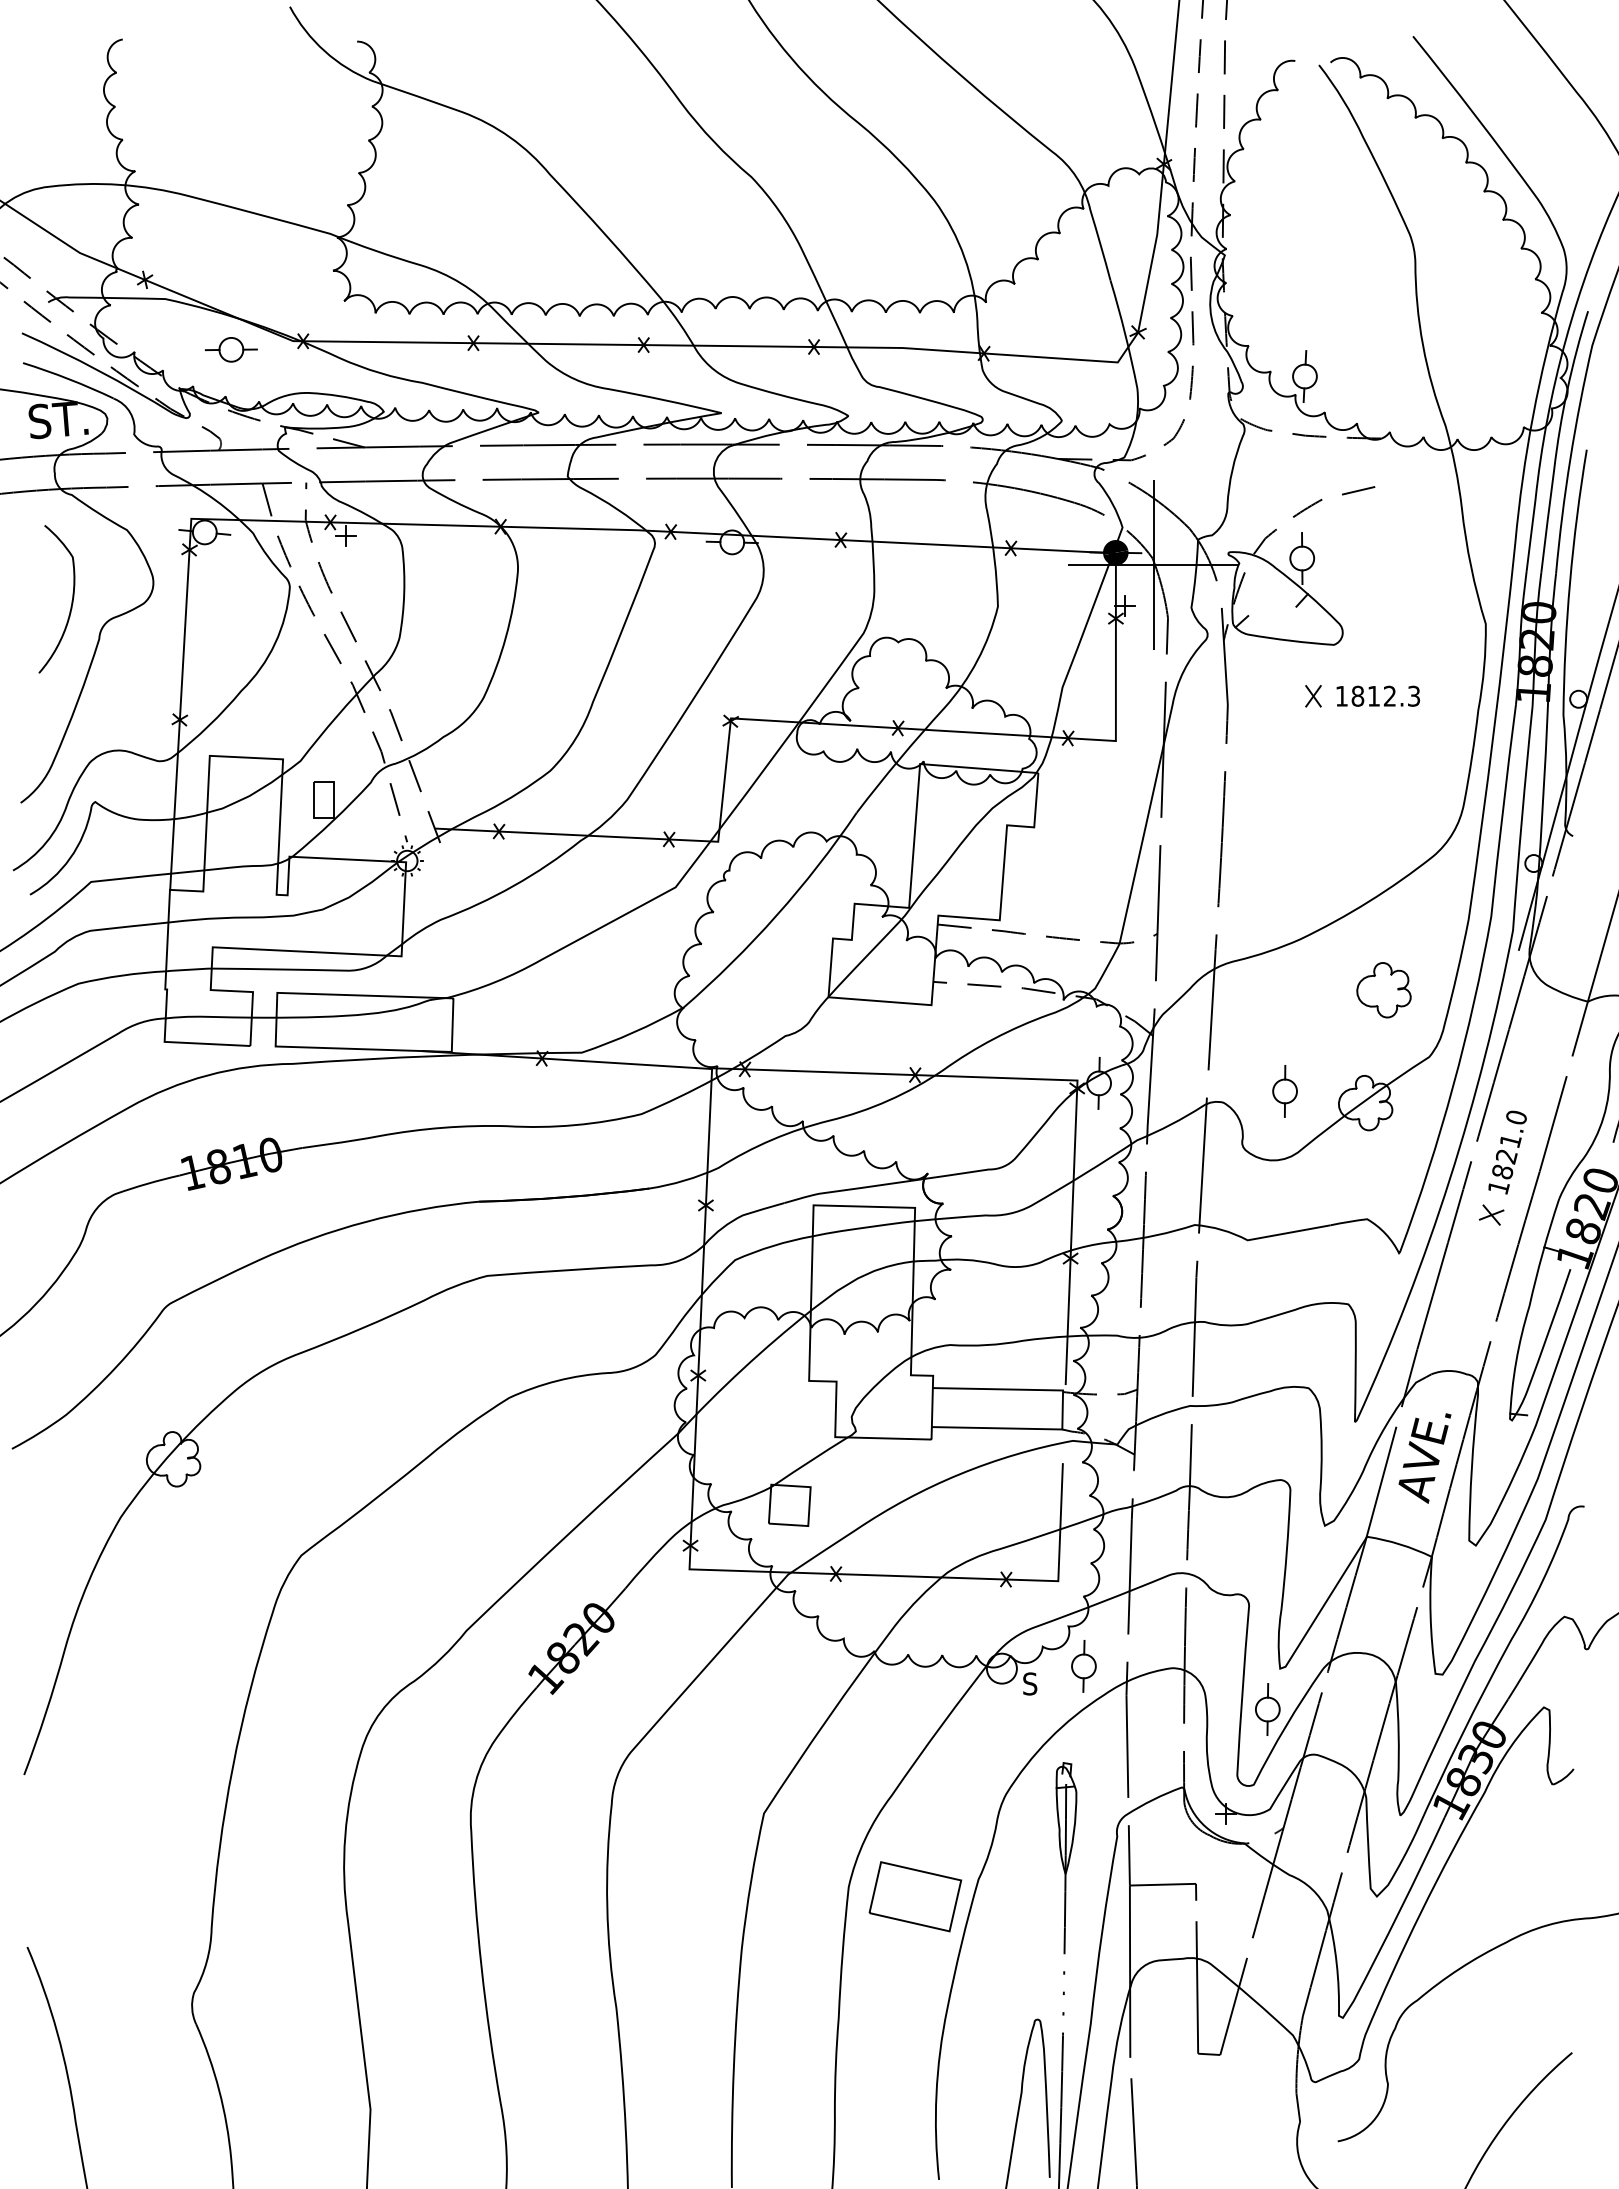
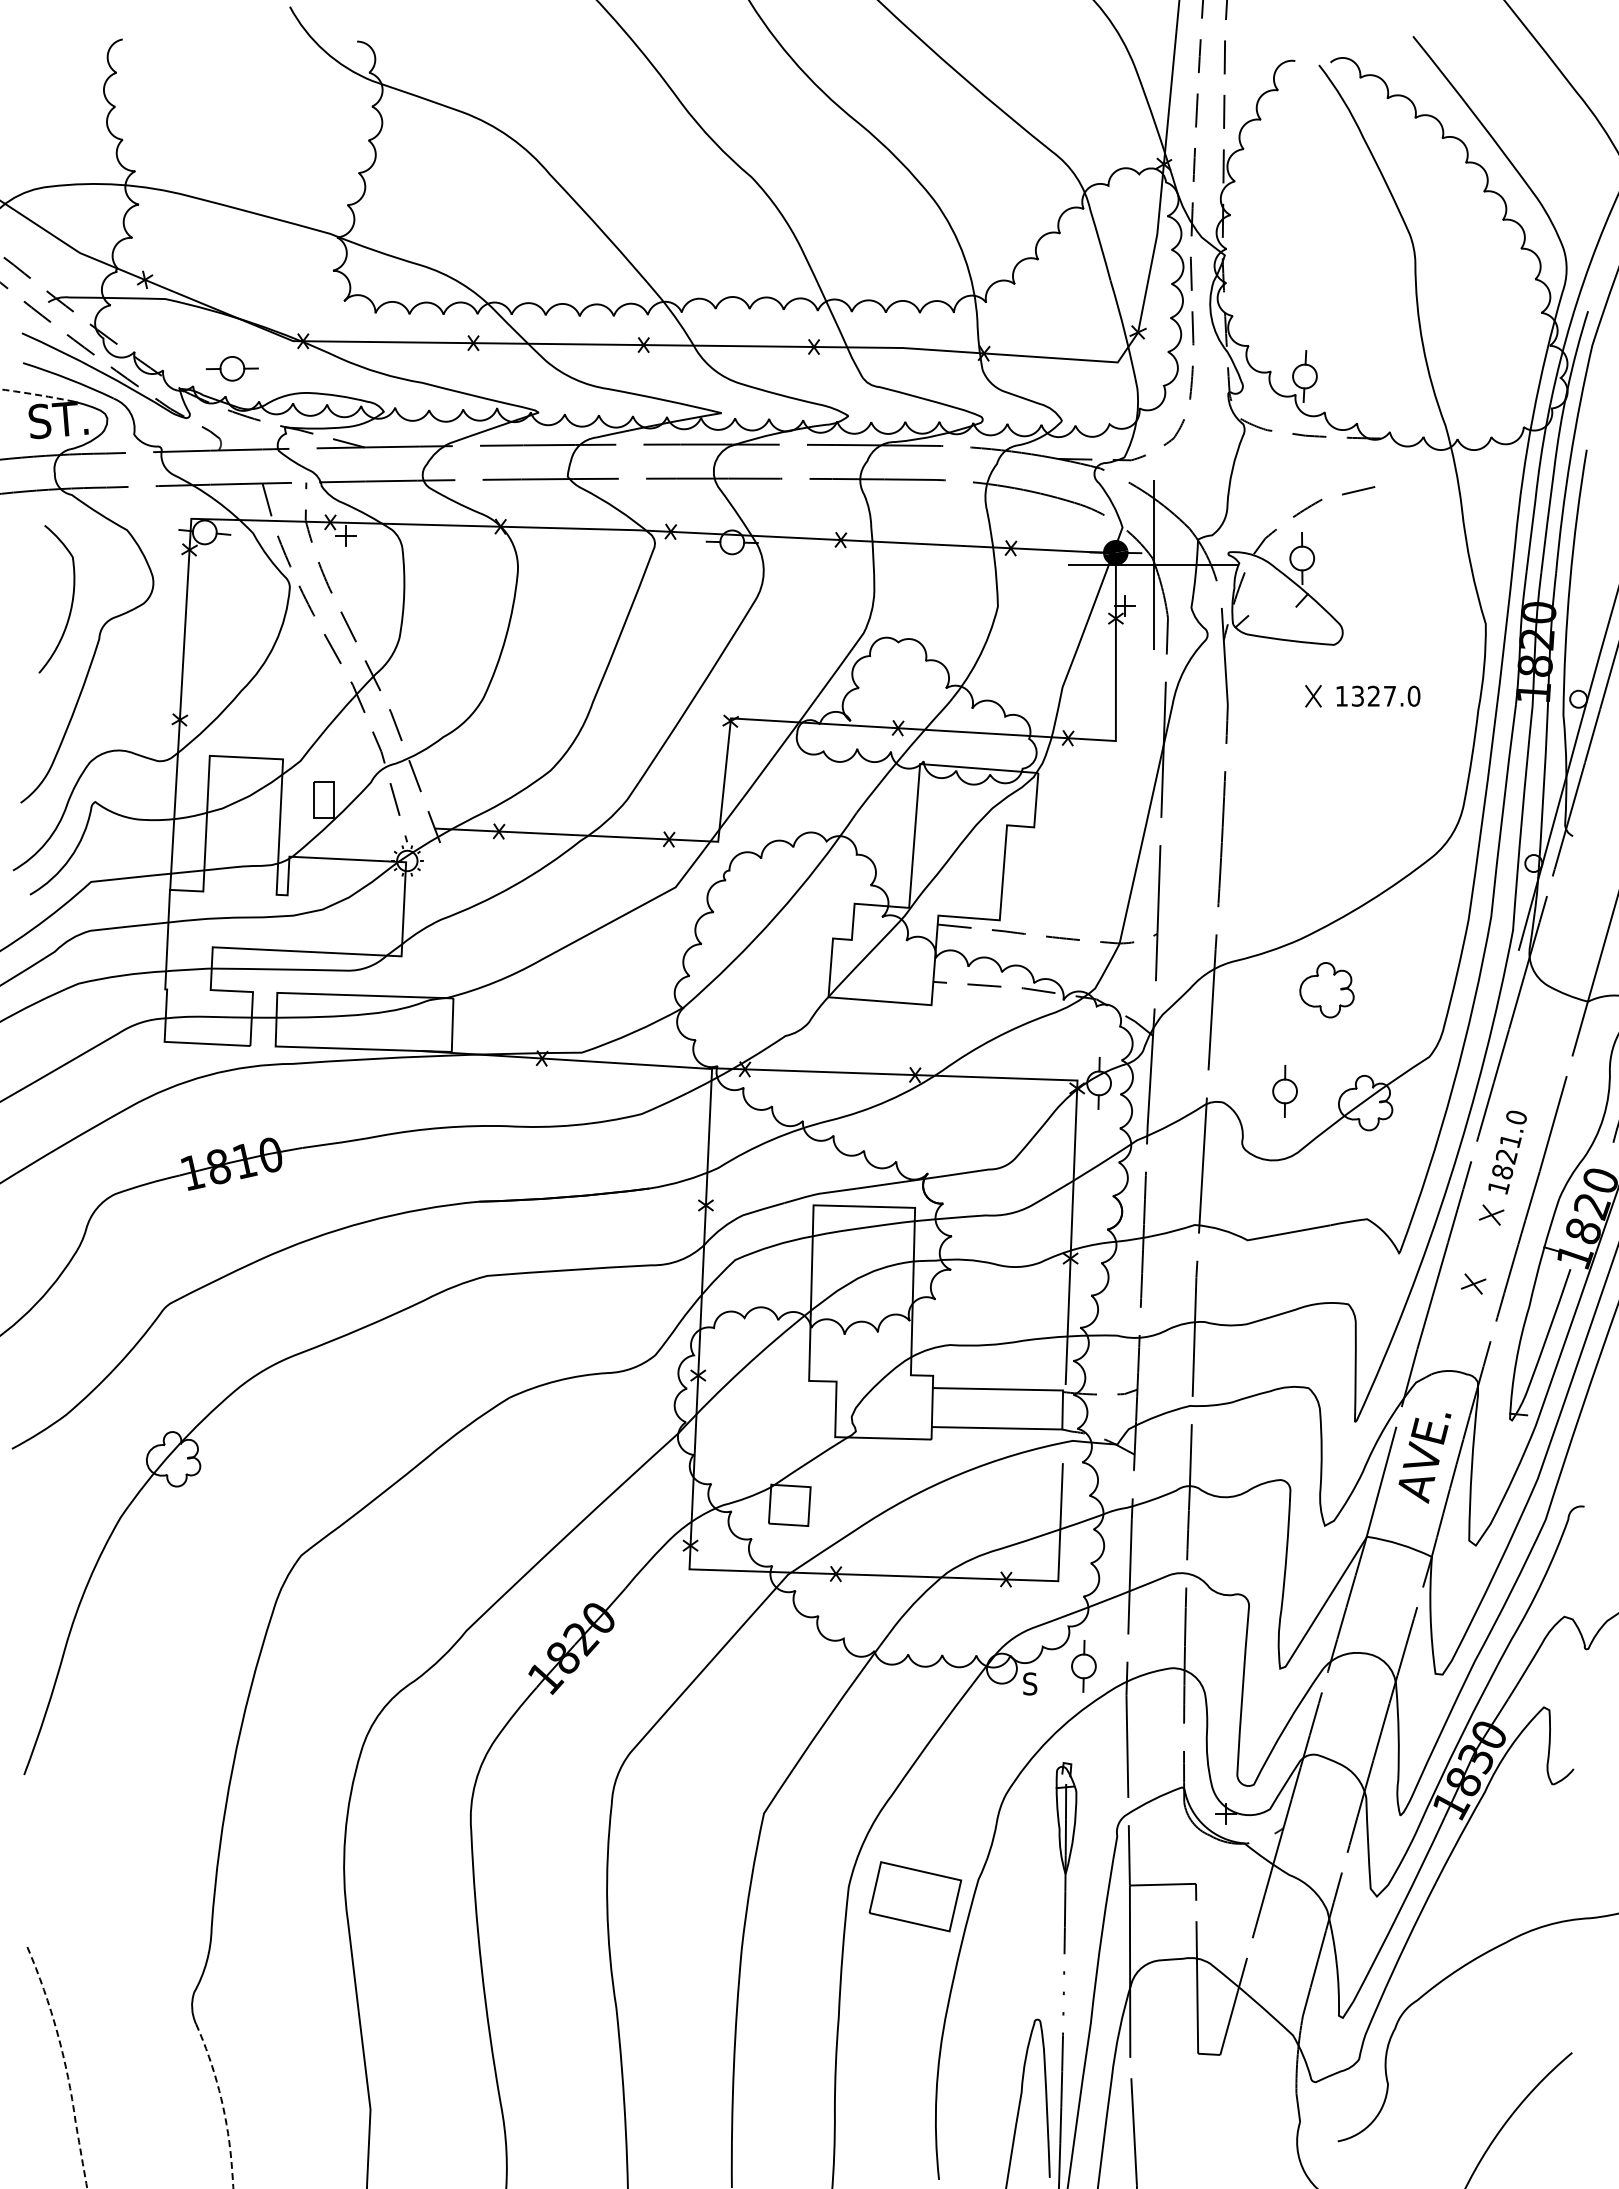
part at (231, 349) position: (231, 349) -> (232, 368)
line at (38, 395): solid -> dashed
text at (1385, 695): 1812.3 -> 1327.0
part at (1383, 990) position: (1383, 990) -> (1326, 990)
part at (1473, 1283): none -> present
part at (1267, 1709): present -> none
line at (65, 2064): solid -> dashed
line at (222, 2104): solid -> dashed
